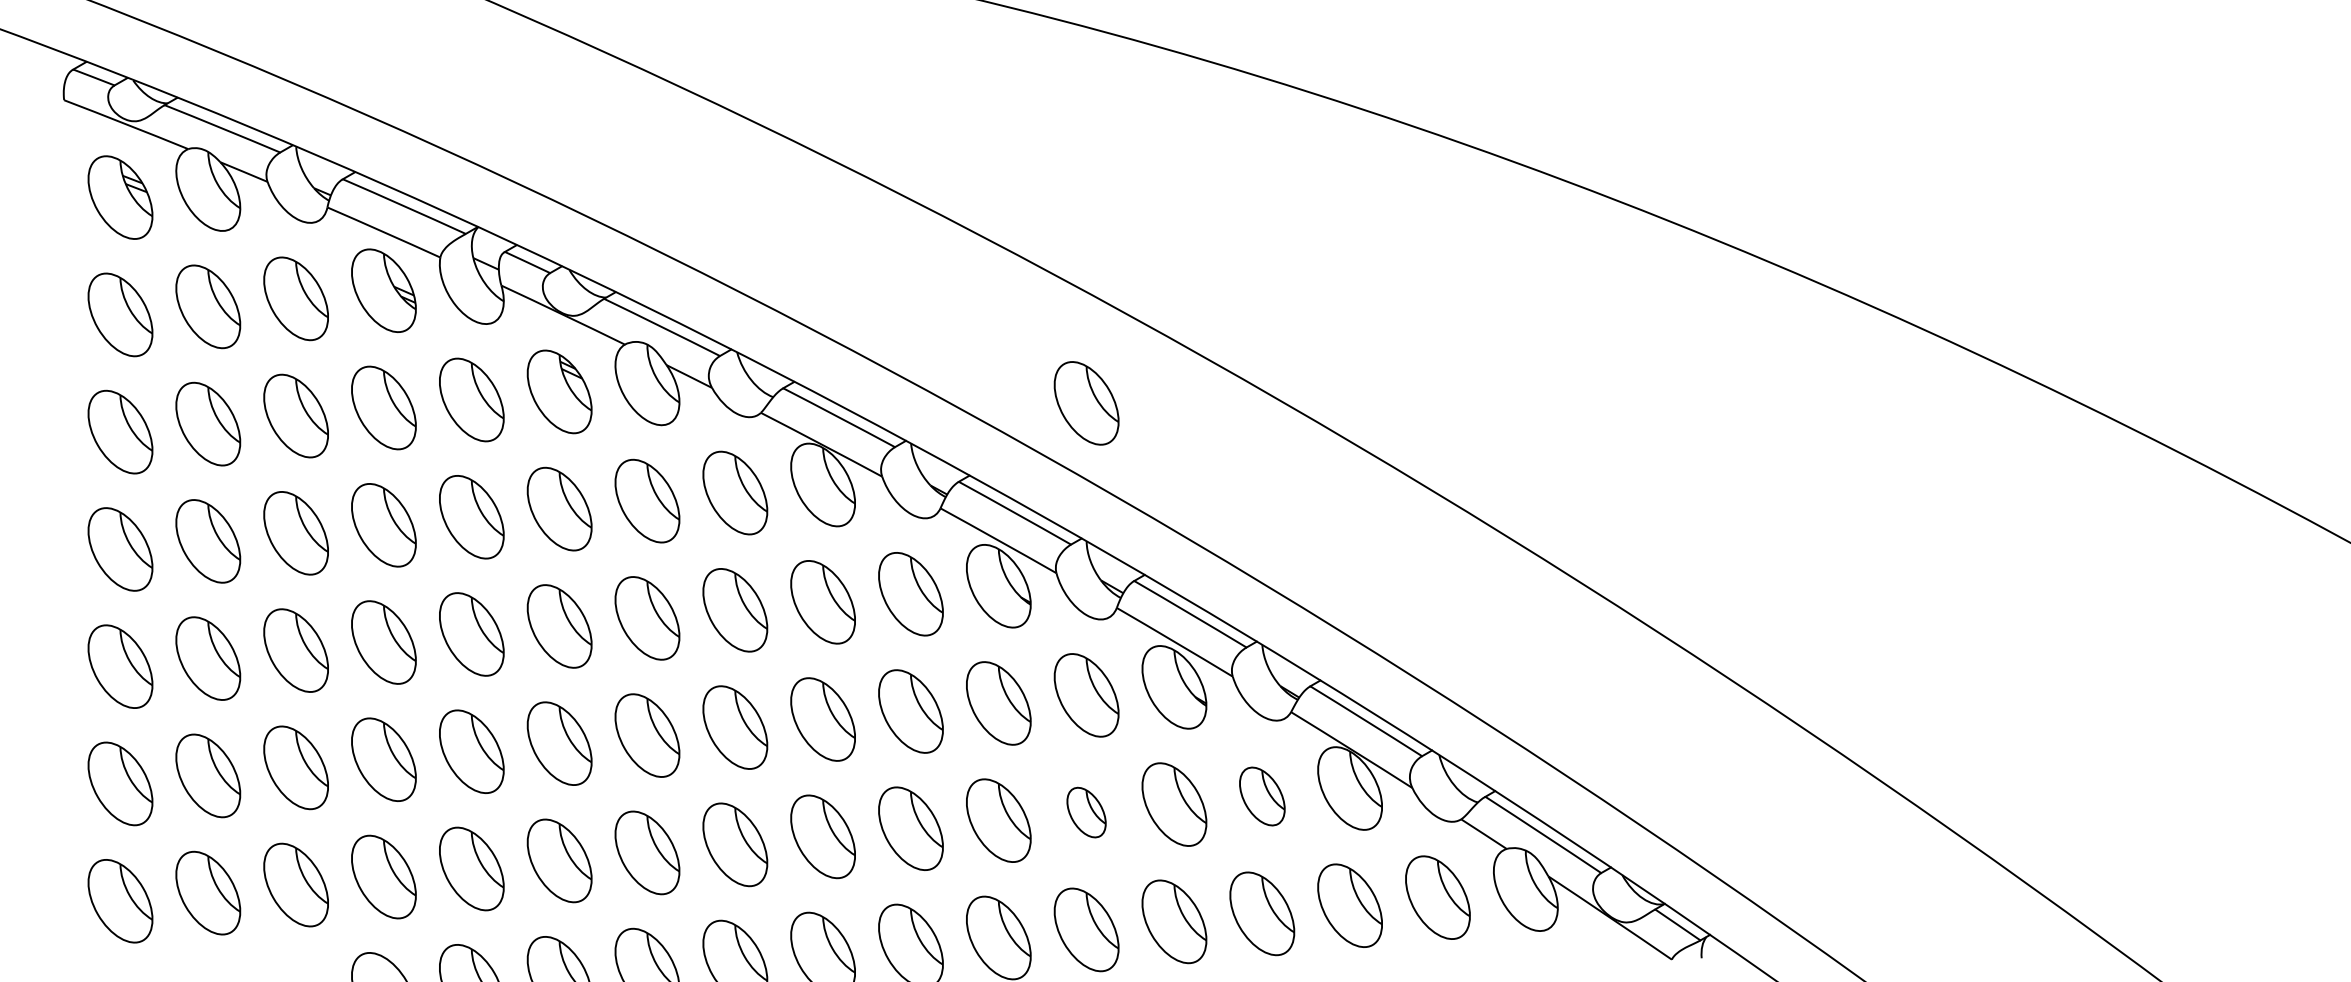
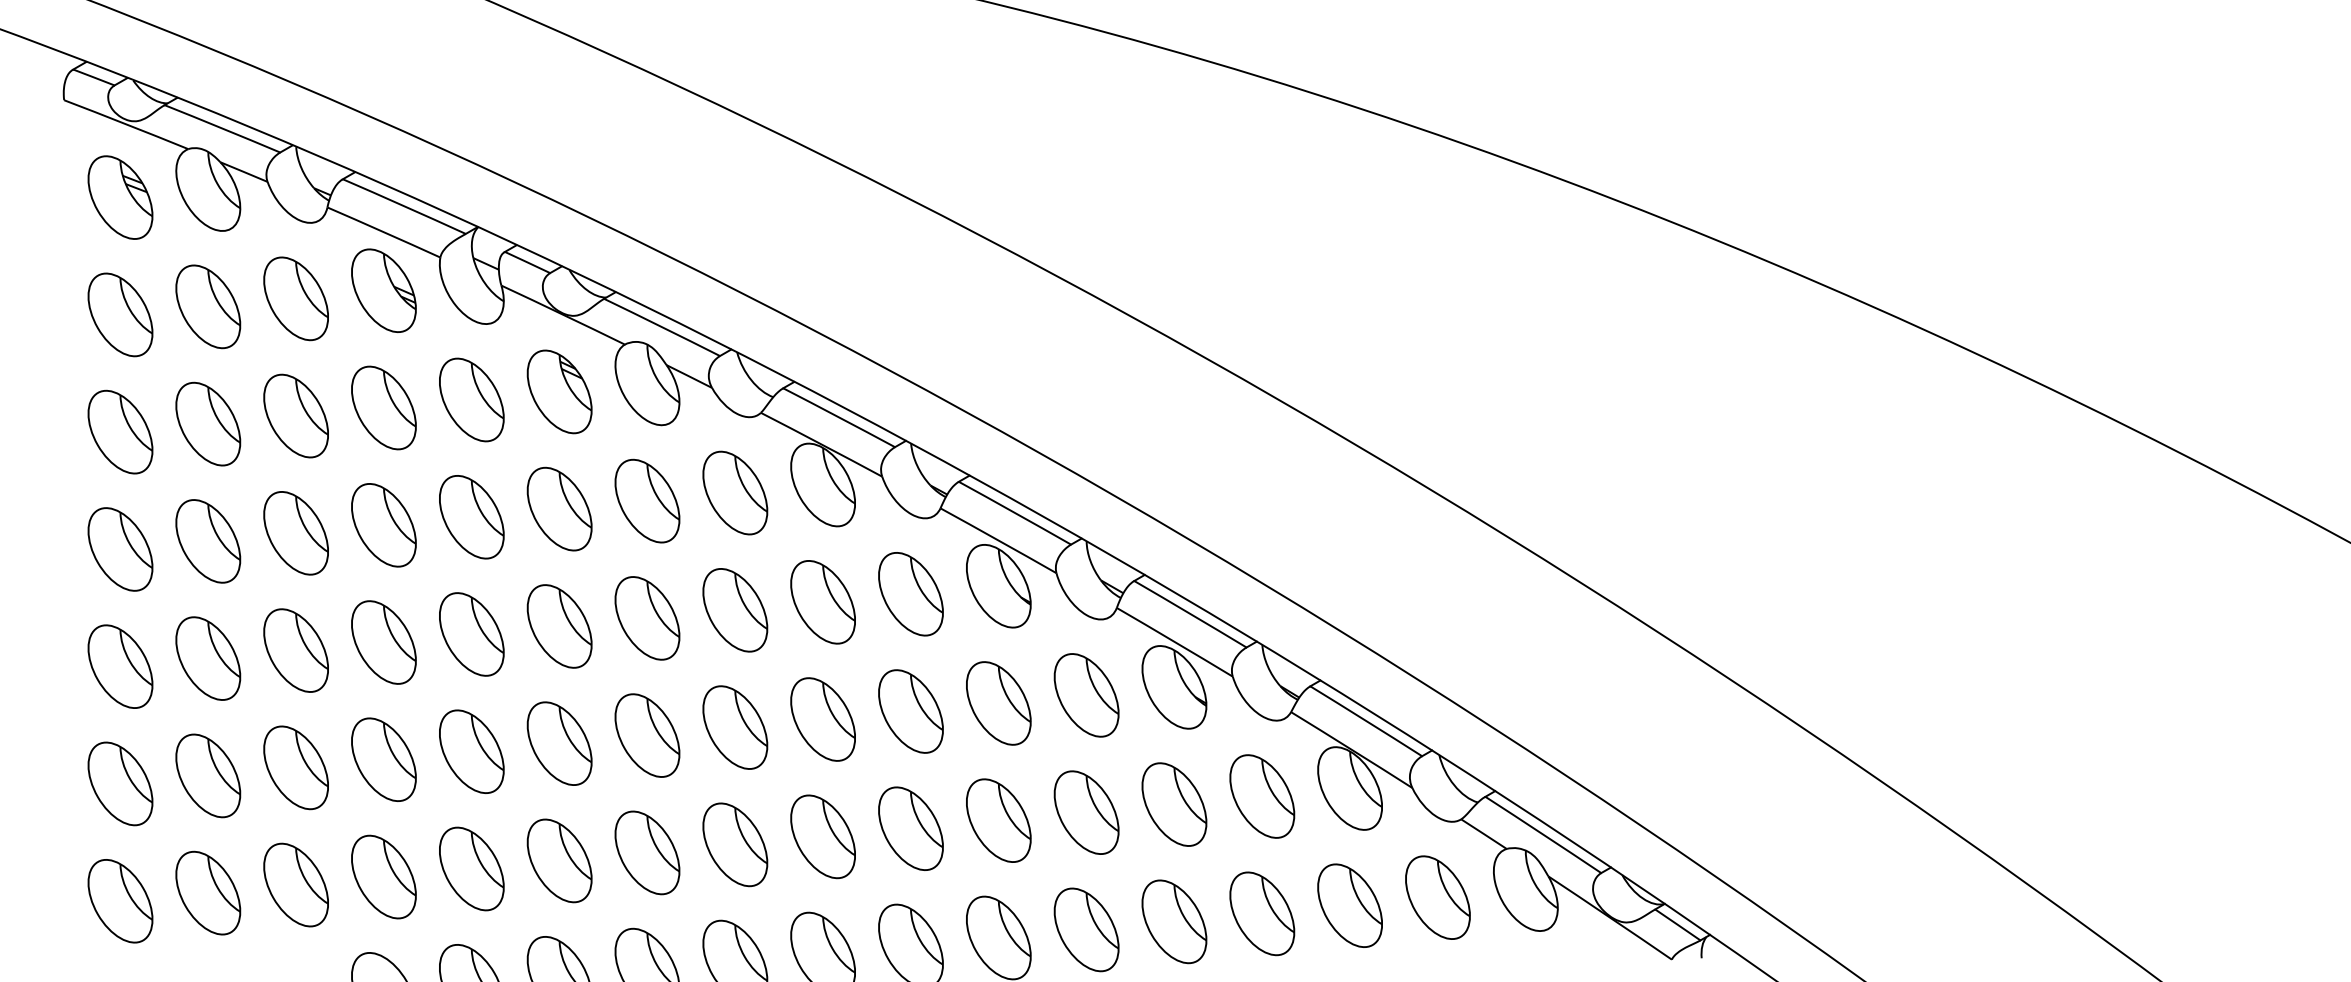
part at (1086, 403): present -> none
part at (1262, 796) size: 47x61 px -> 67x85 px
part at (1086, 812) size: 41x53 px -> 67x85 px
